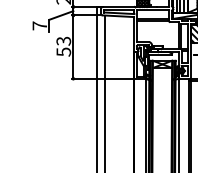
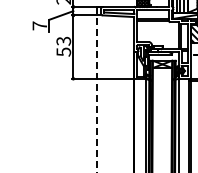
line at (97, 89): solid -> dashed
line at (105, 92): present -> none
